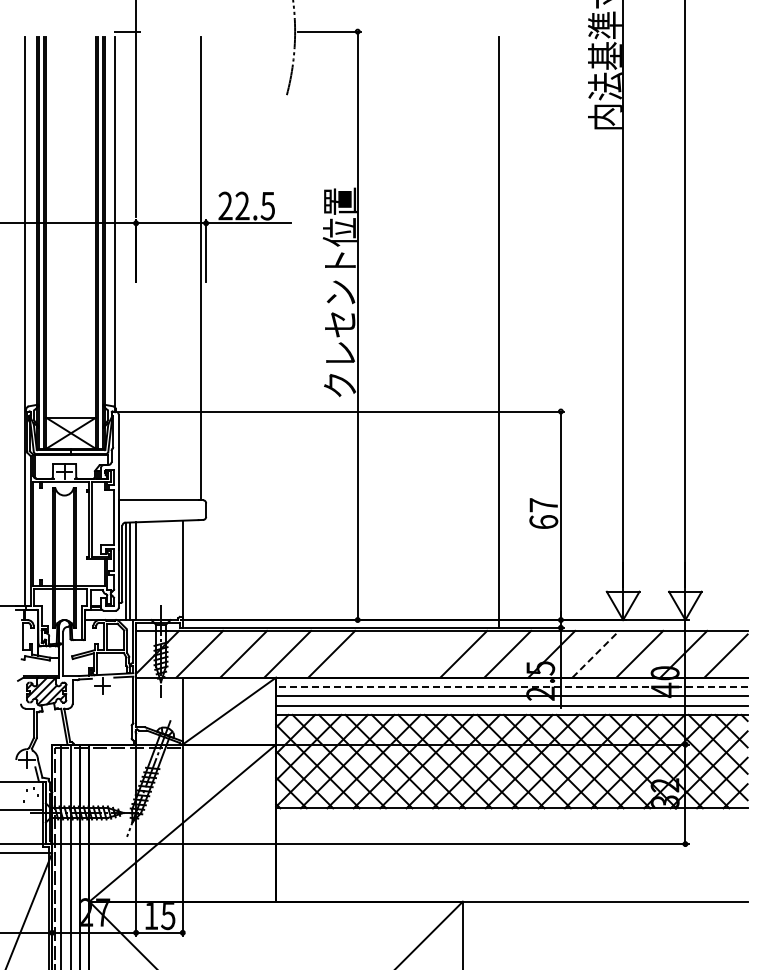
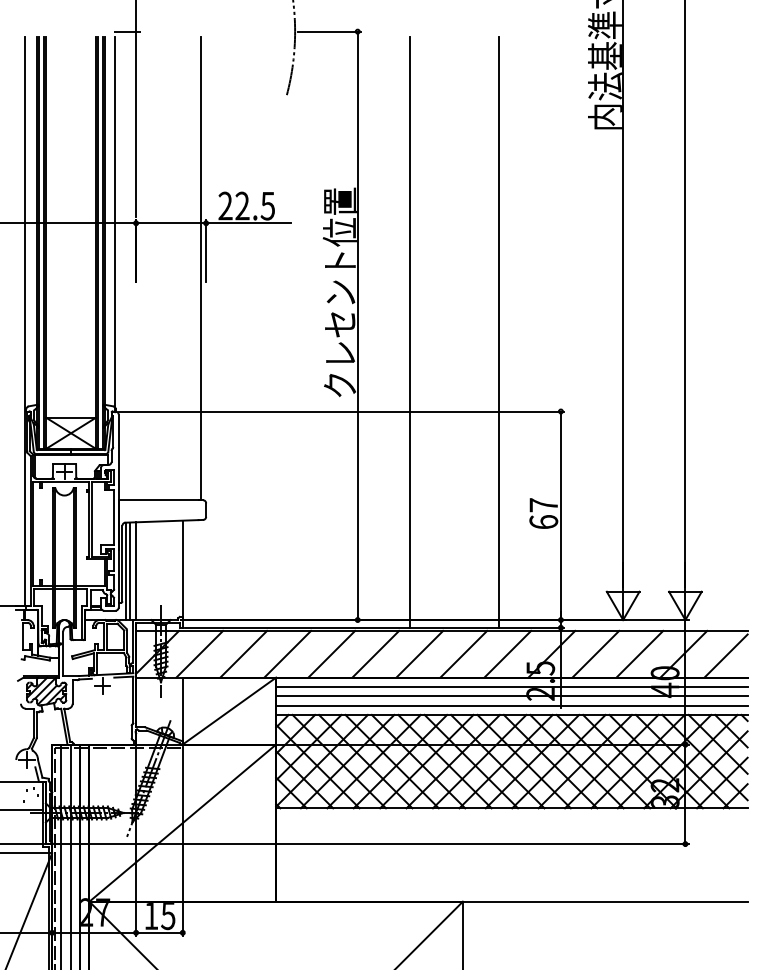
line at (409, 331): none -> present
line at (375, 653): none -> present
line at (419, 653): none -> present
line at (596, 653): dashed -> solid
line at (511, 686): dashed -> solid
